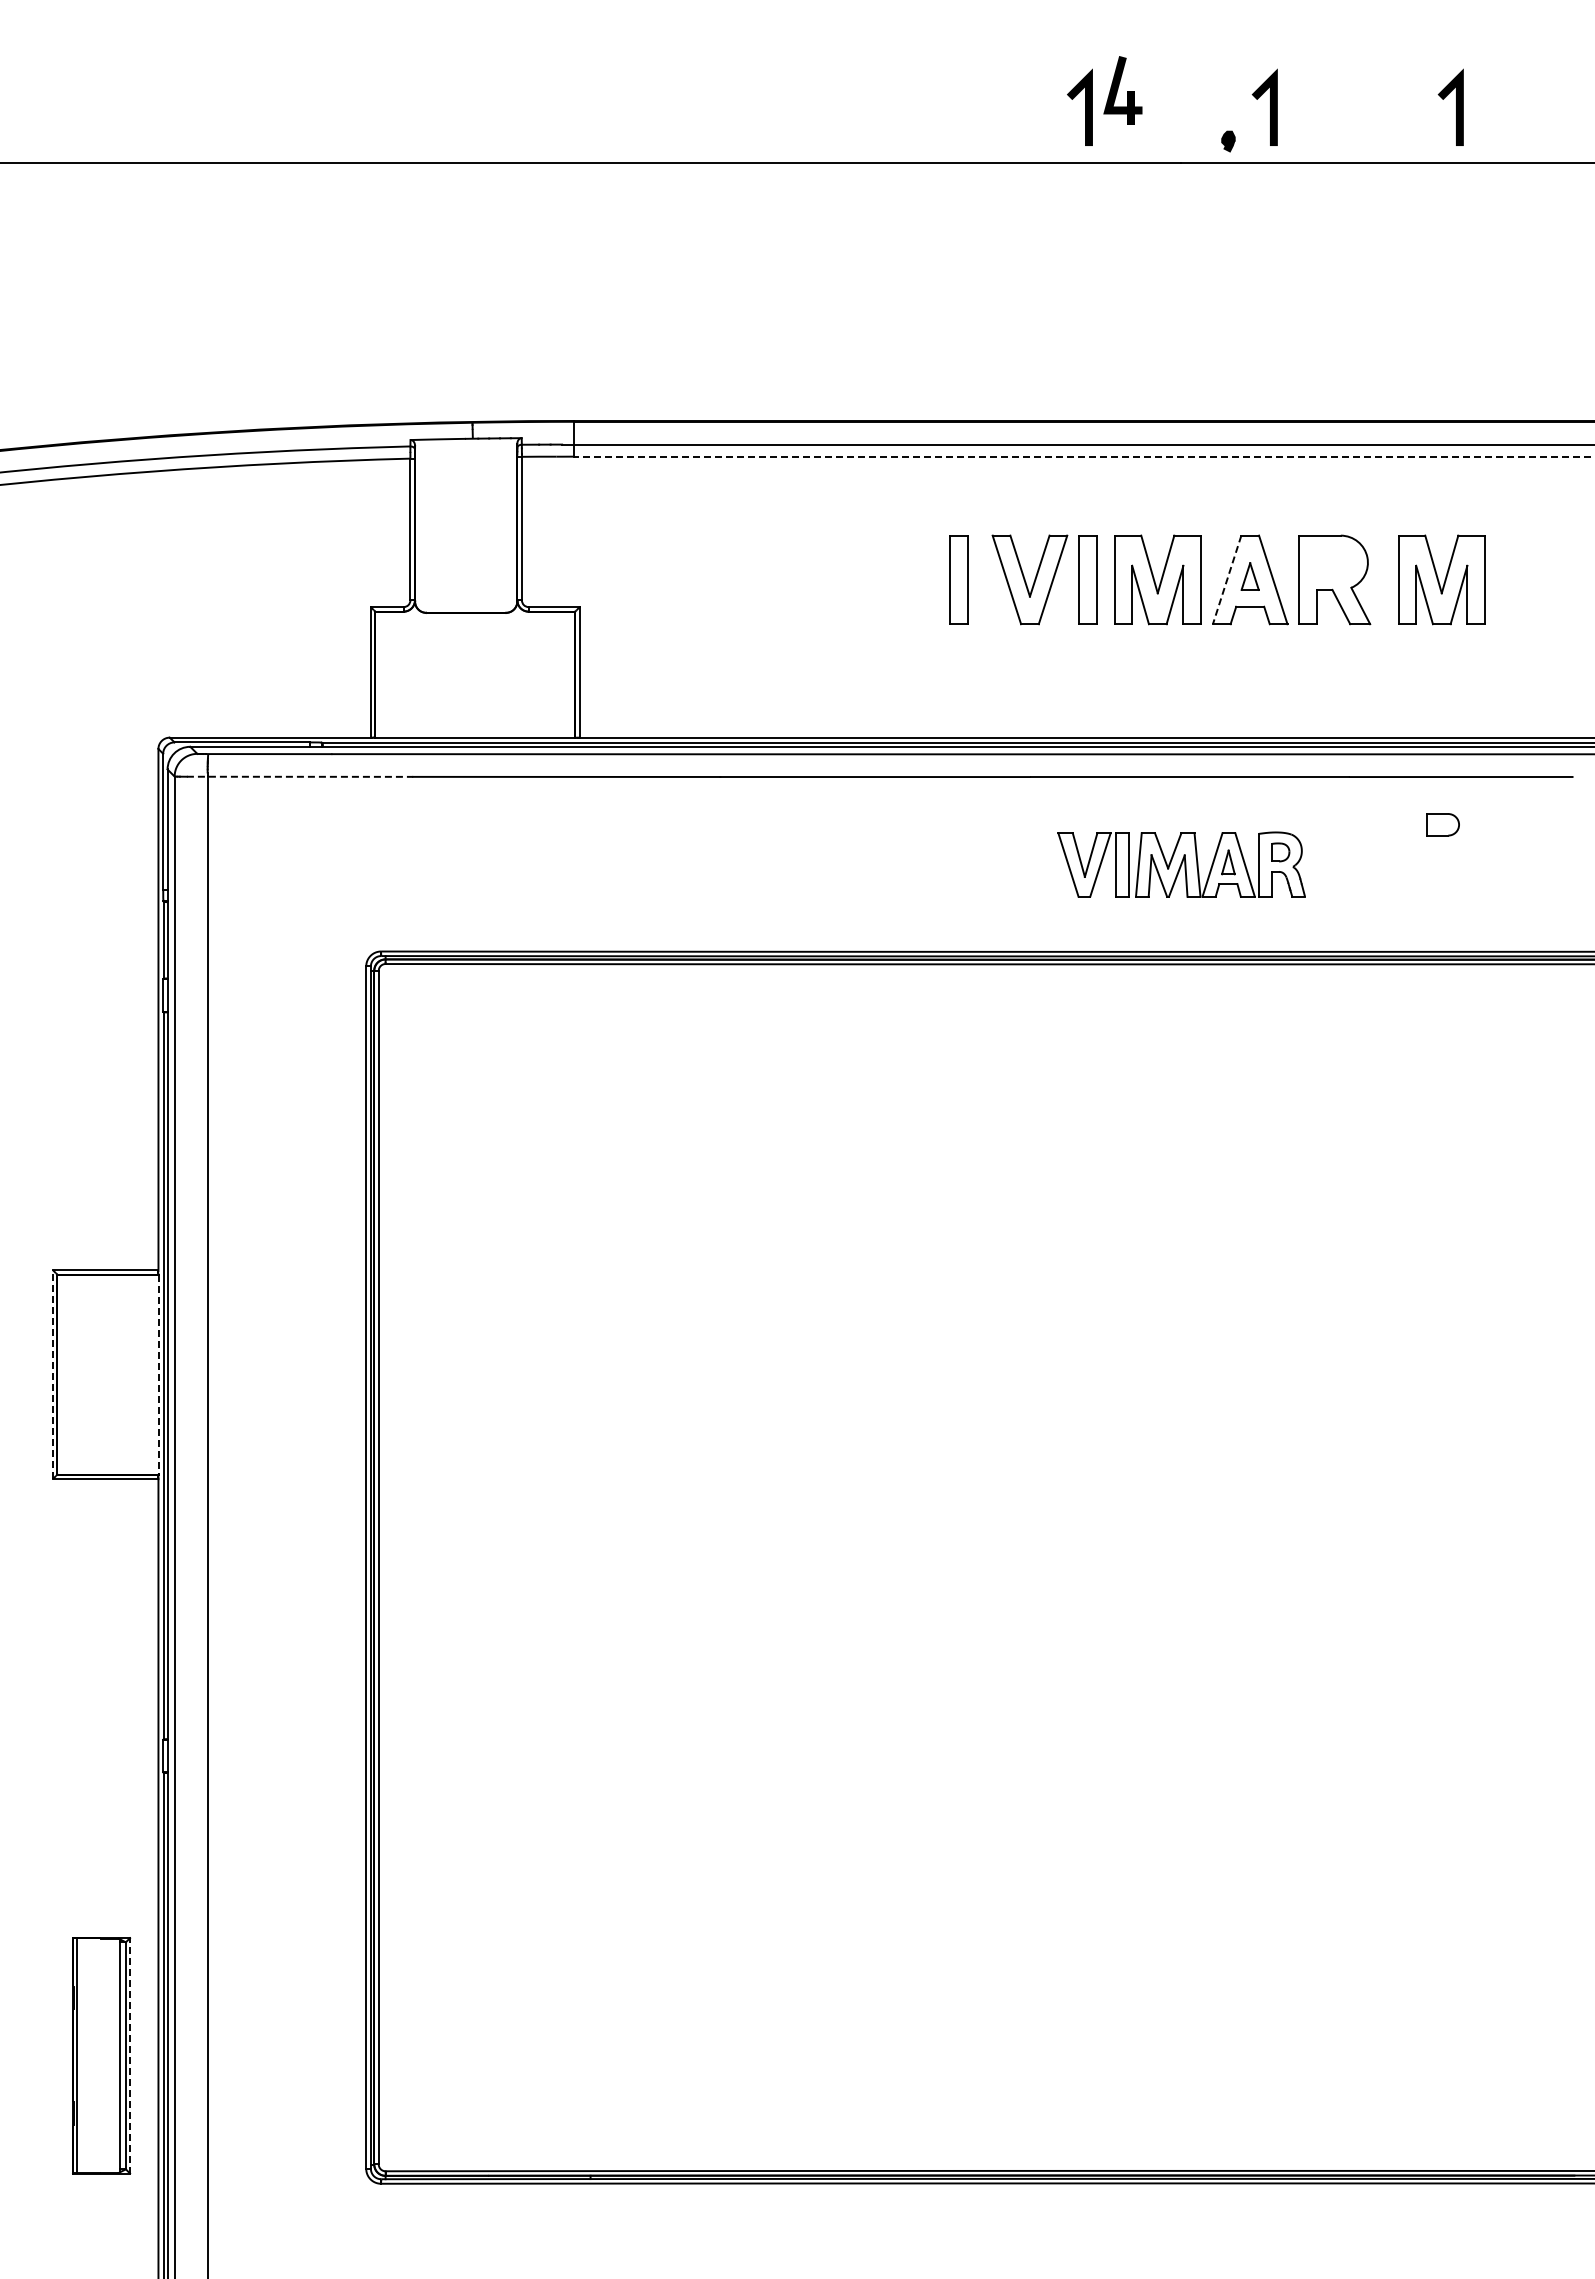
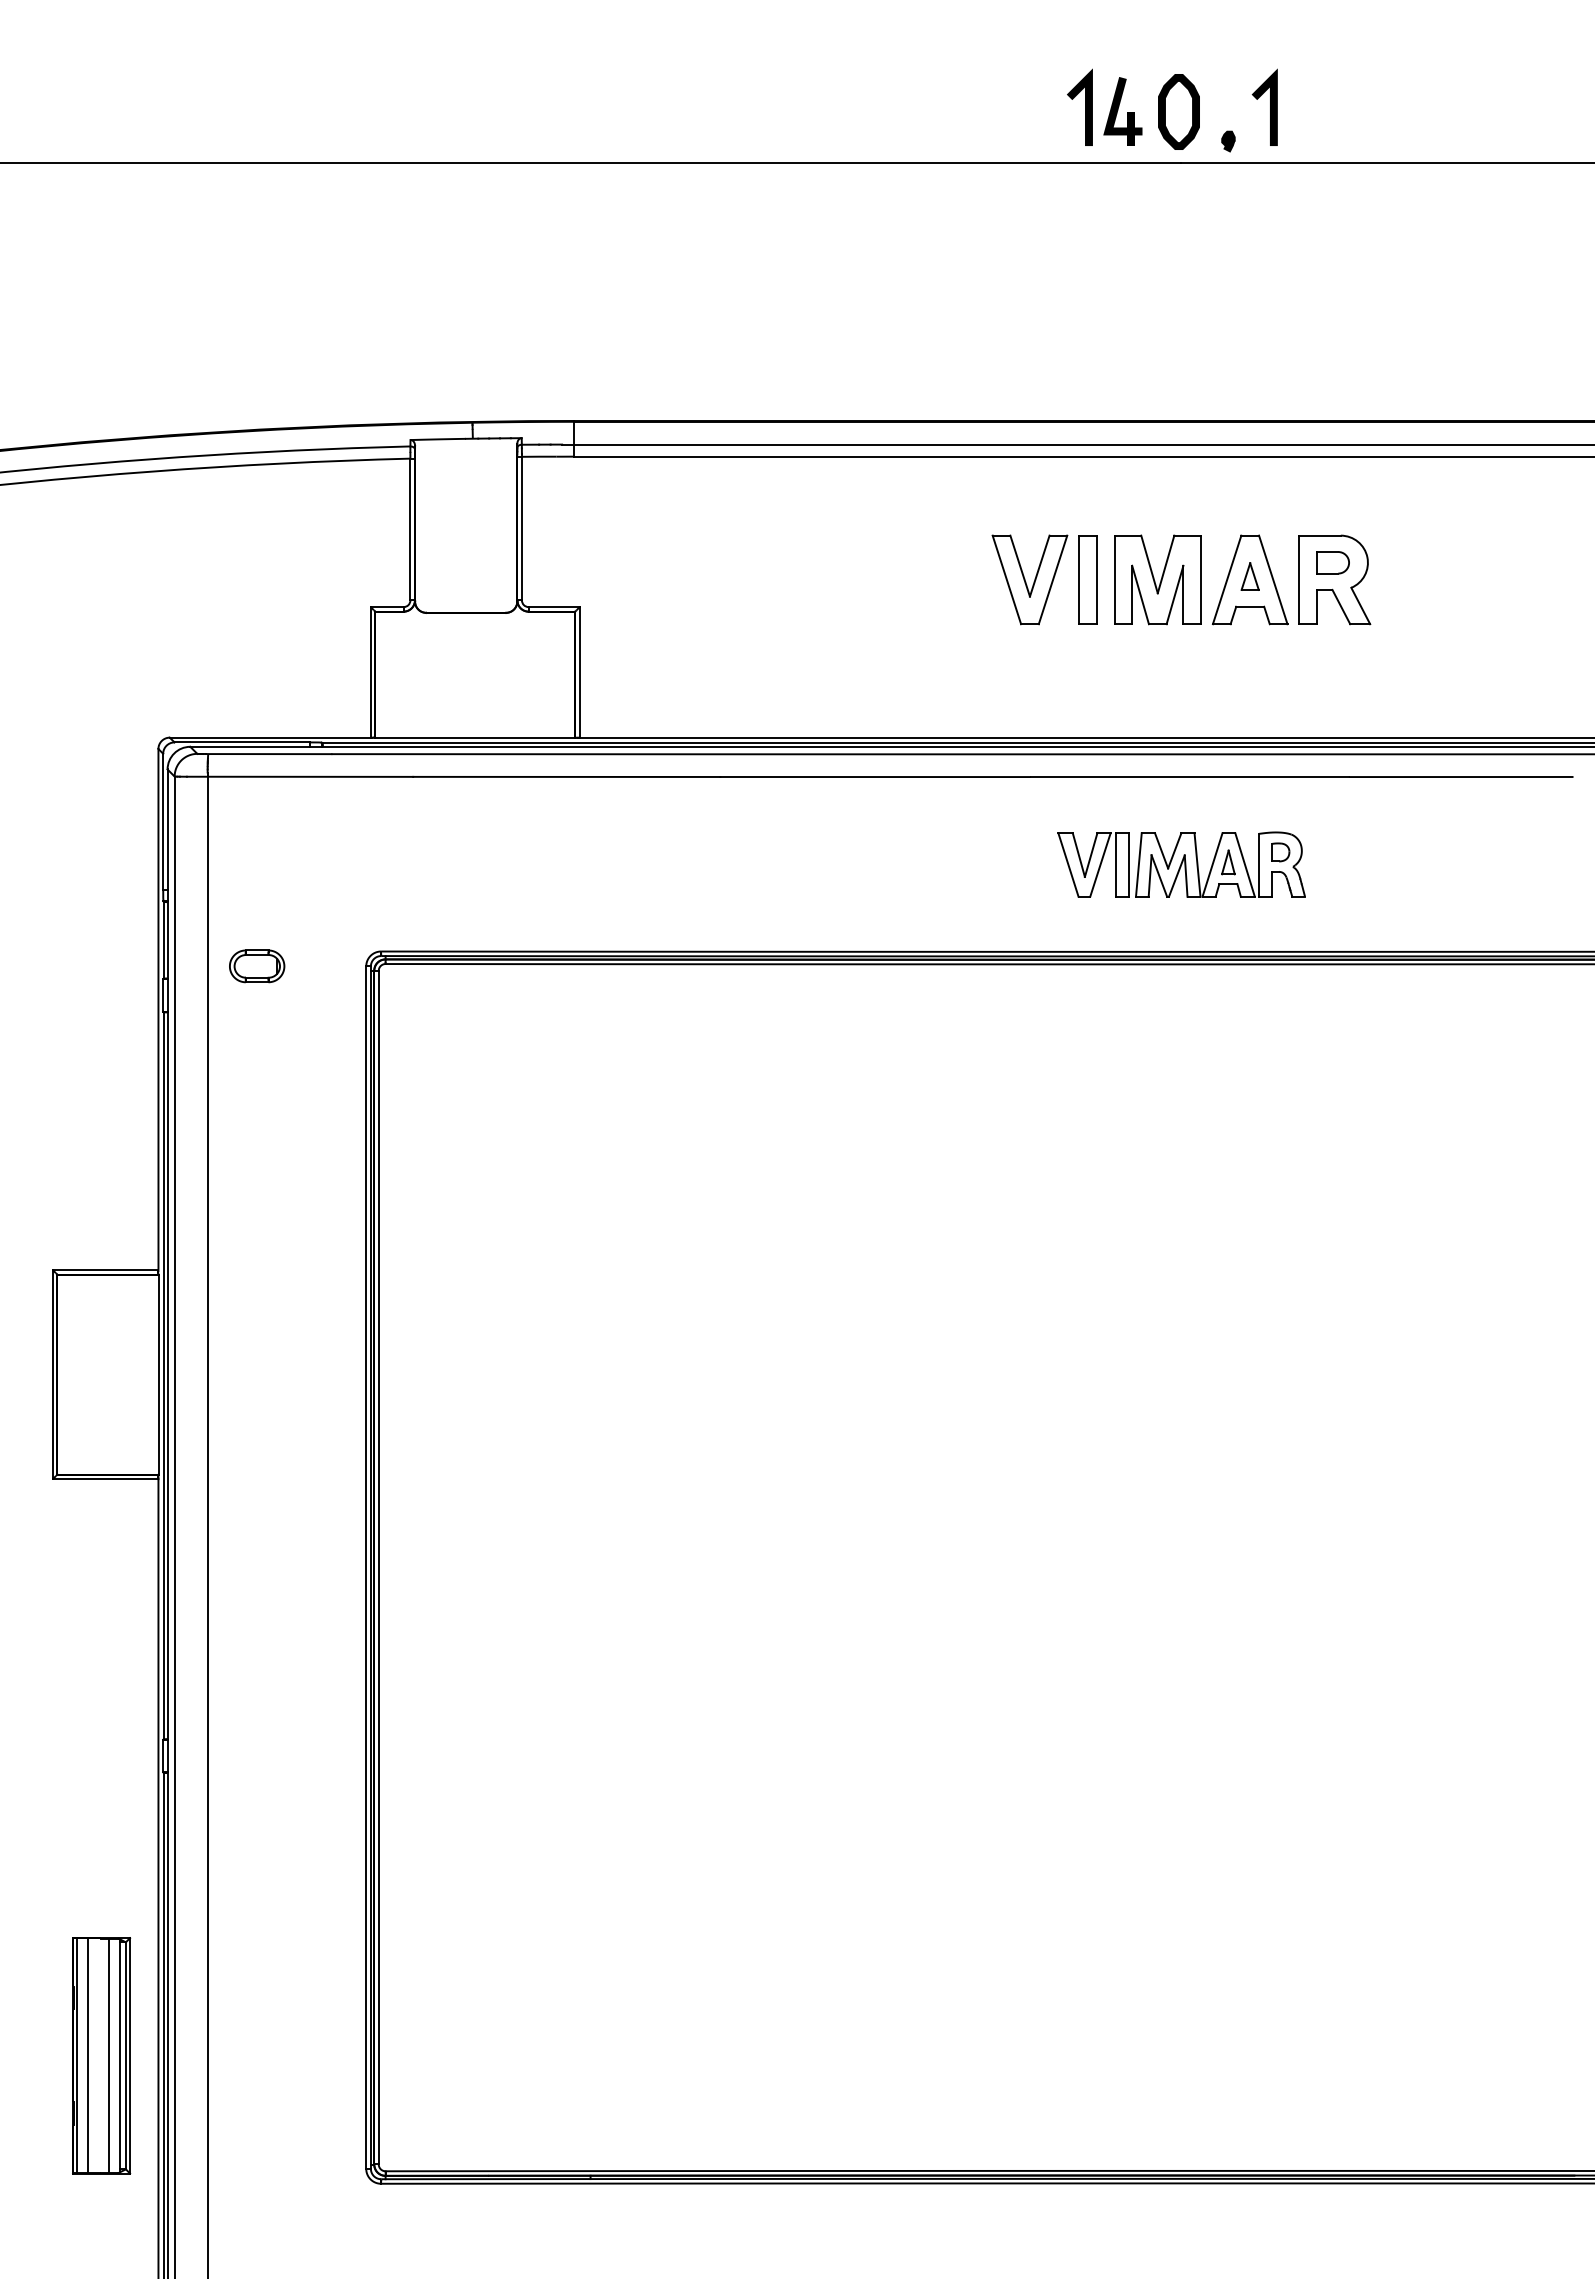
part at (1122, 90) position: (1122, 90) -> (1122, 111)
line at (1456, 106): present -> none
part at (1178, 111): none -> present
line at (1083, 456): dashed -> solid
part at (958, 579): present -> none
line at (1227, 579): dashed -> solid
part at (1441, 579): present -> none
line at (300, 776): dashed -> solid
part at (1442, 824) position: (1442, 824) -> (1332, 562)
part at (257, 966): none -> present
line at (52, 1374): dashed -> solid
line at (158, 1374): dashed -> solid
line at (88, 2055): none -> present
line at (108, 2055): none -> present
line at (130, 2055): dashed -> solid
